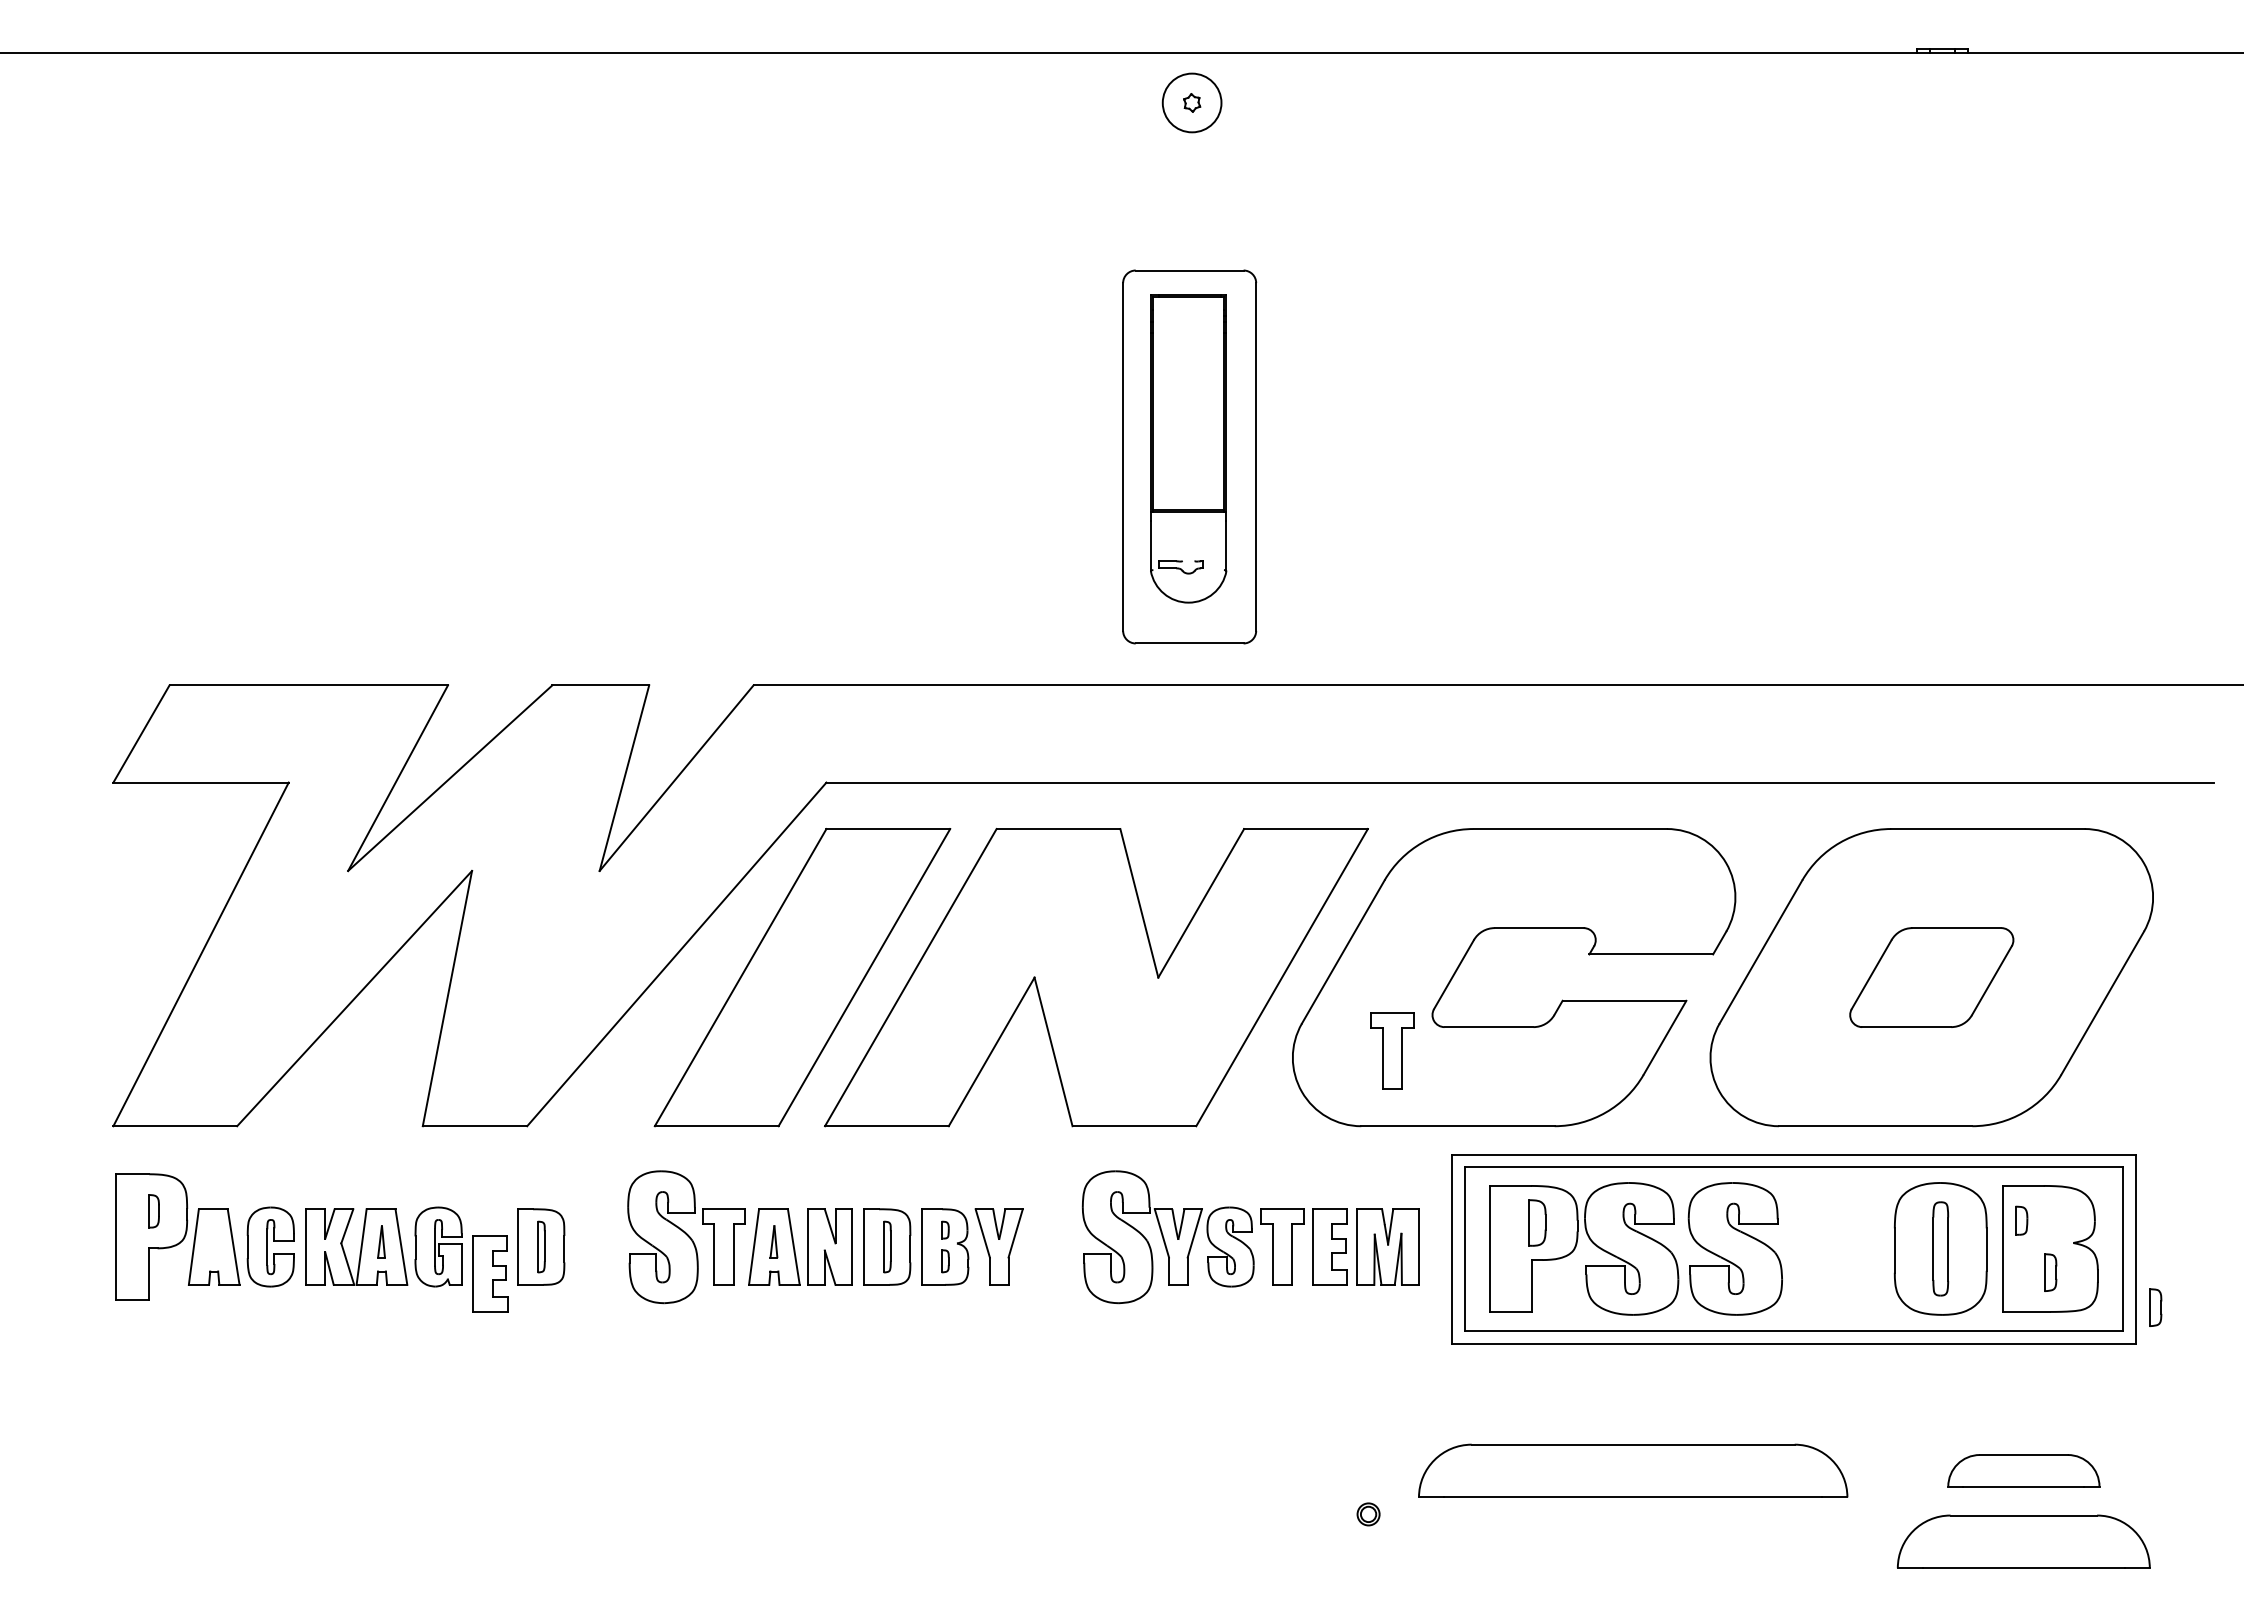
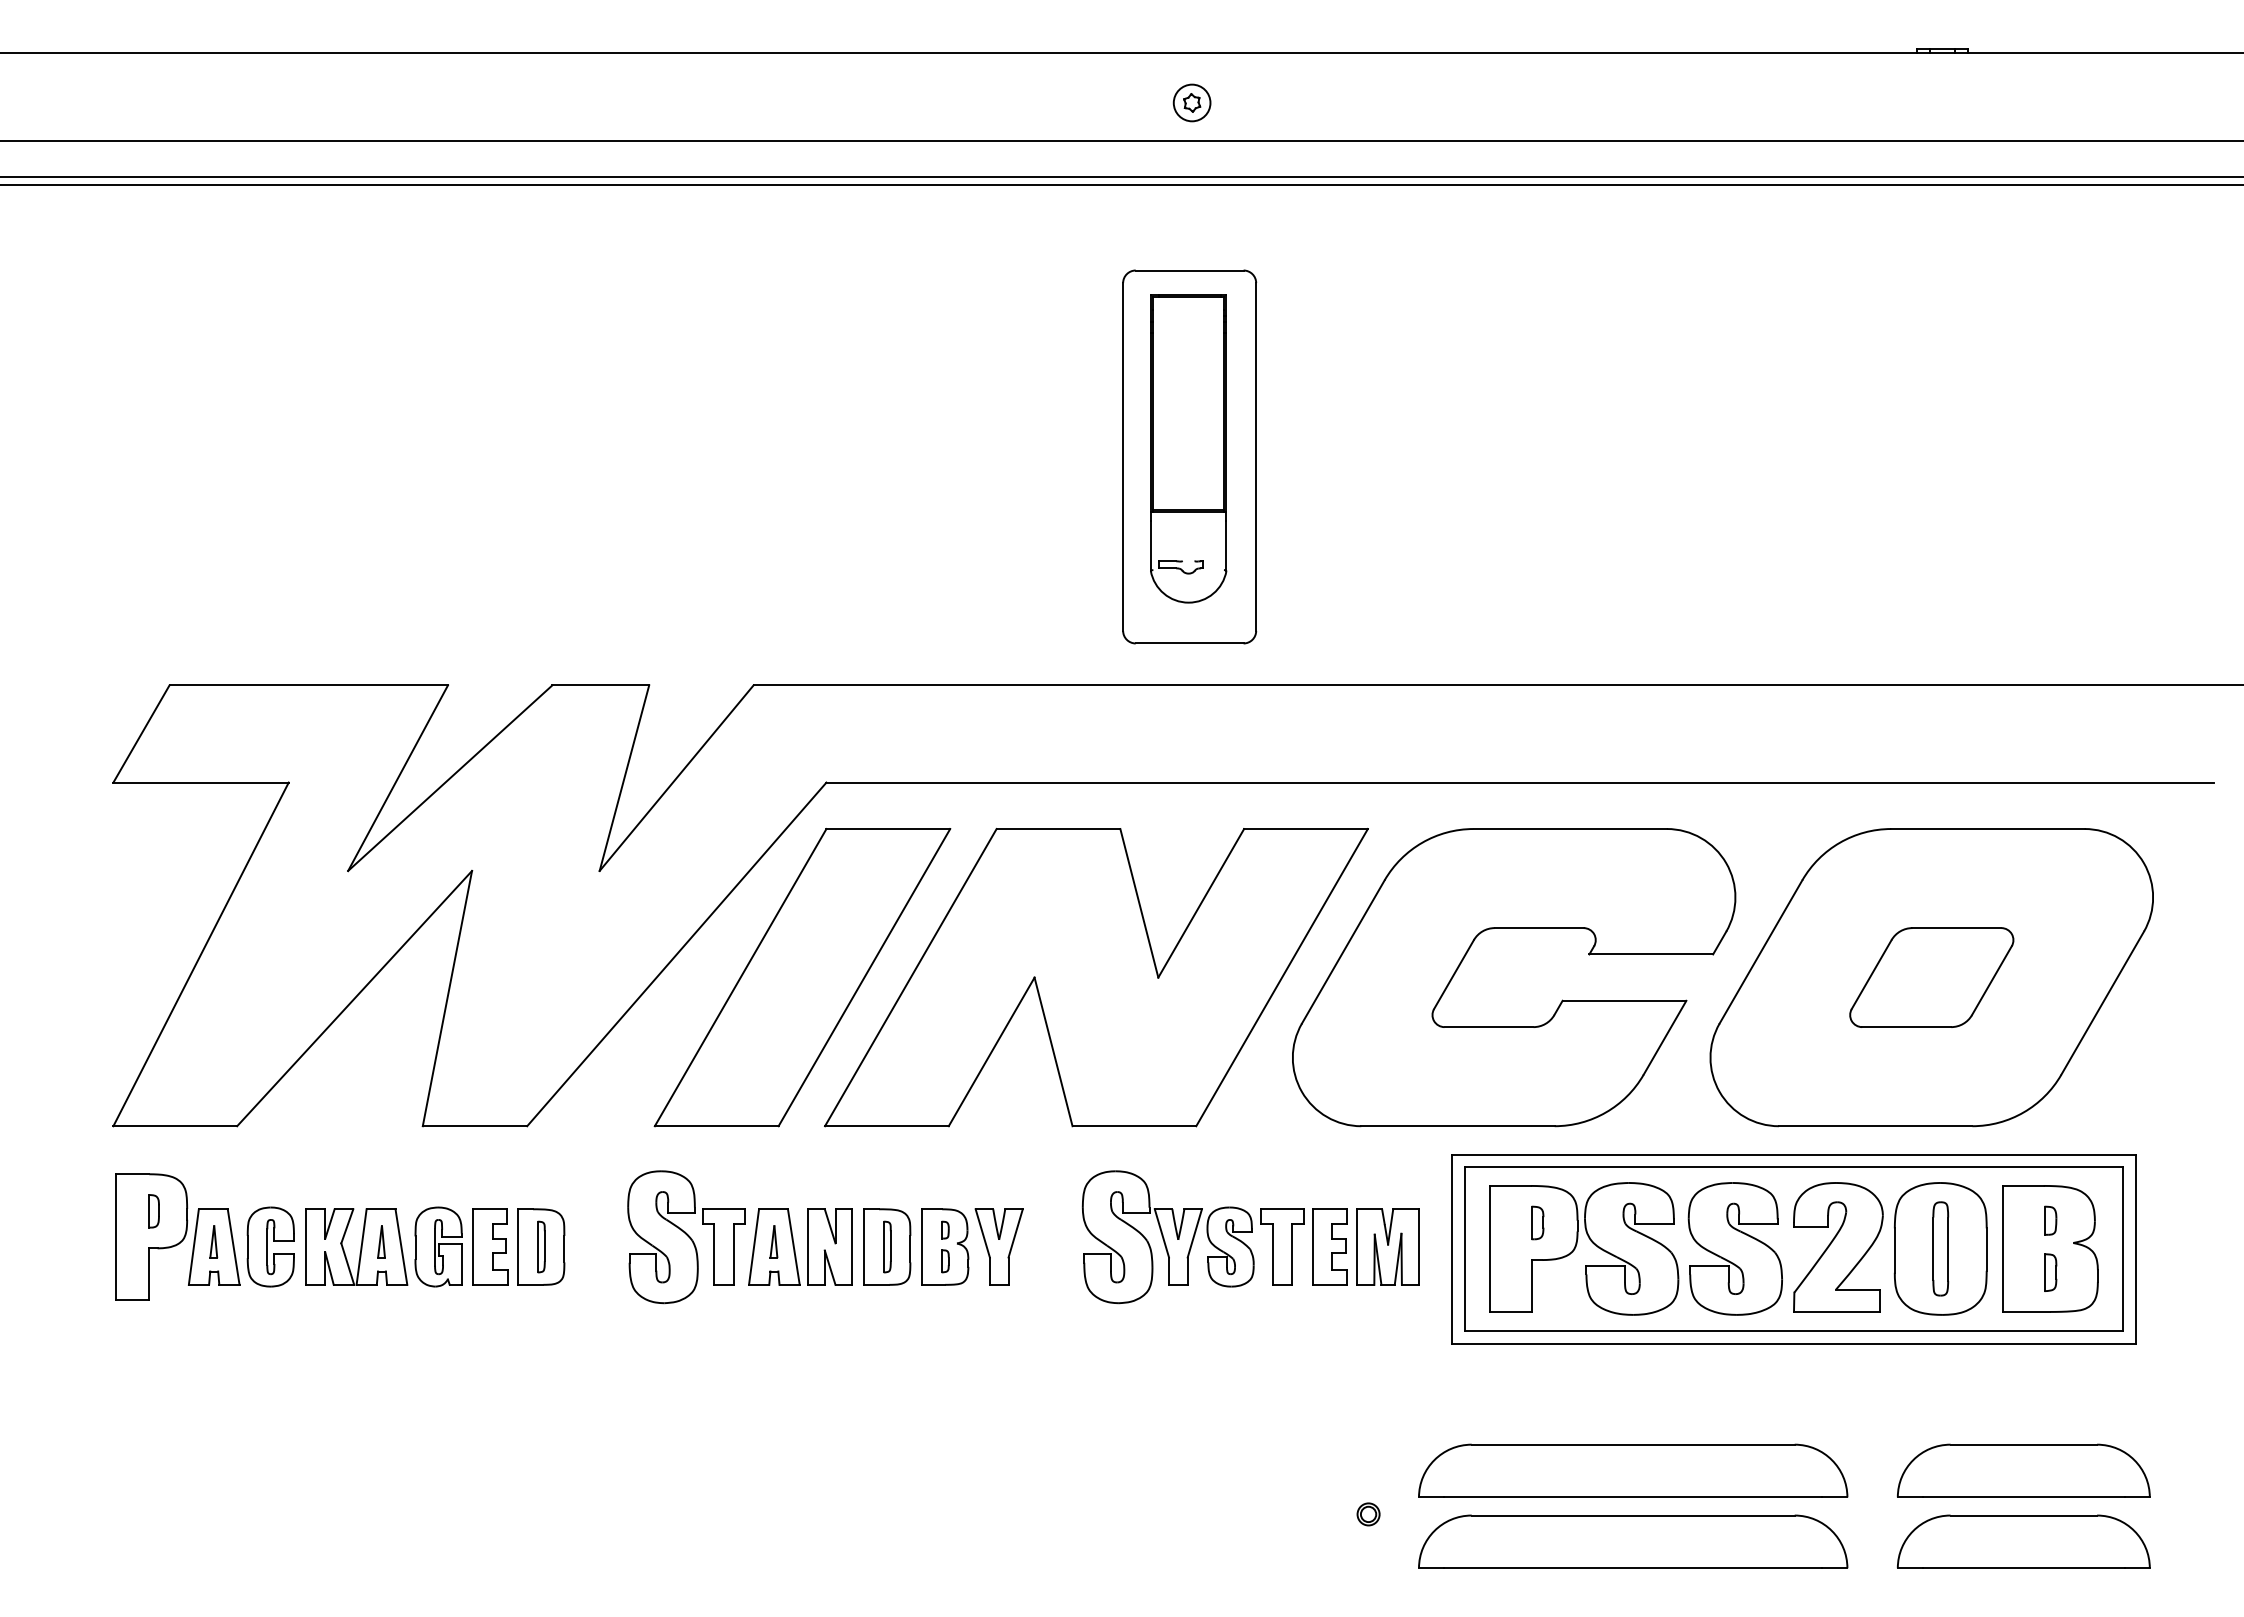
circle at (1191, 102) diameter: 59 px -> 37 px
line at (1121, 140): none -> present
line at (1121, 176): none -> present
line at (1121, 184): none -> present
part at (1392, 1050): present -> none
part at (2021, 1220) position: (2021, 1220) -> (2050, 1220)
part at (1537, 1222) size: 19x48 px -> 14x36 px
part at (213, 1241): none -> present
part at (1838, 1247): none -> present
part at (490, 1273) position: (490, 1273) -> (490, 1246)
part at (2155, 1307): present -> none
part at (2023, 1470) size: 154x34 px -> 254x55 px
part at (1633, 1541): none -> present
